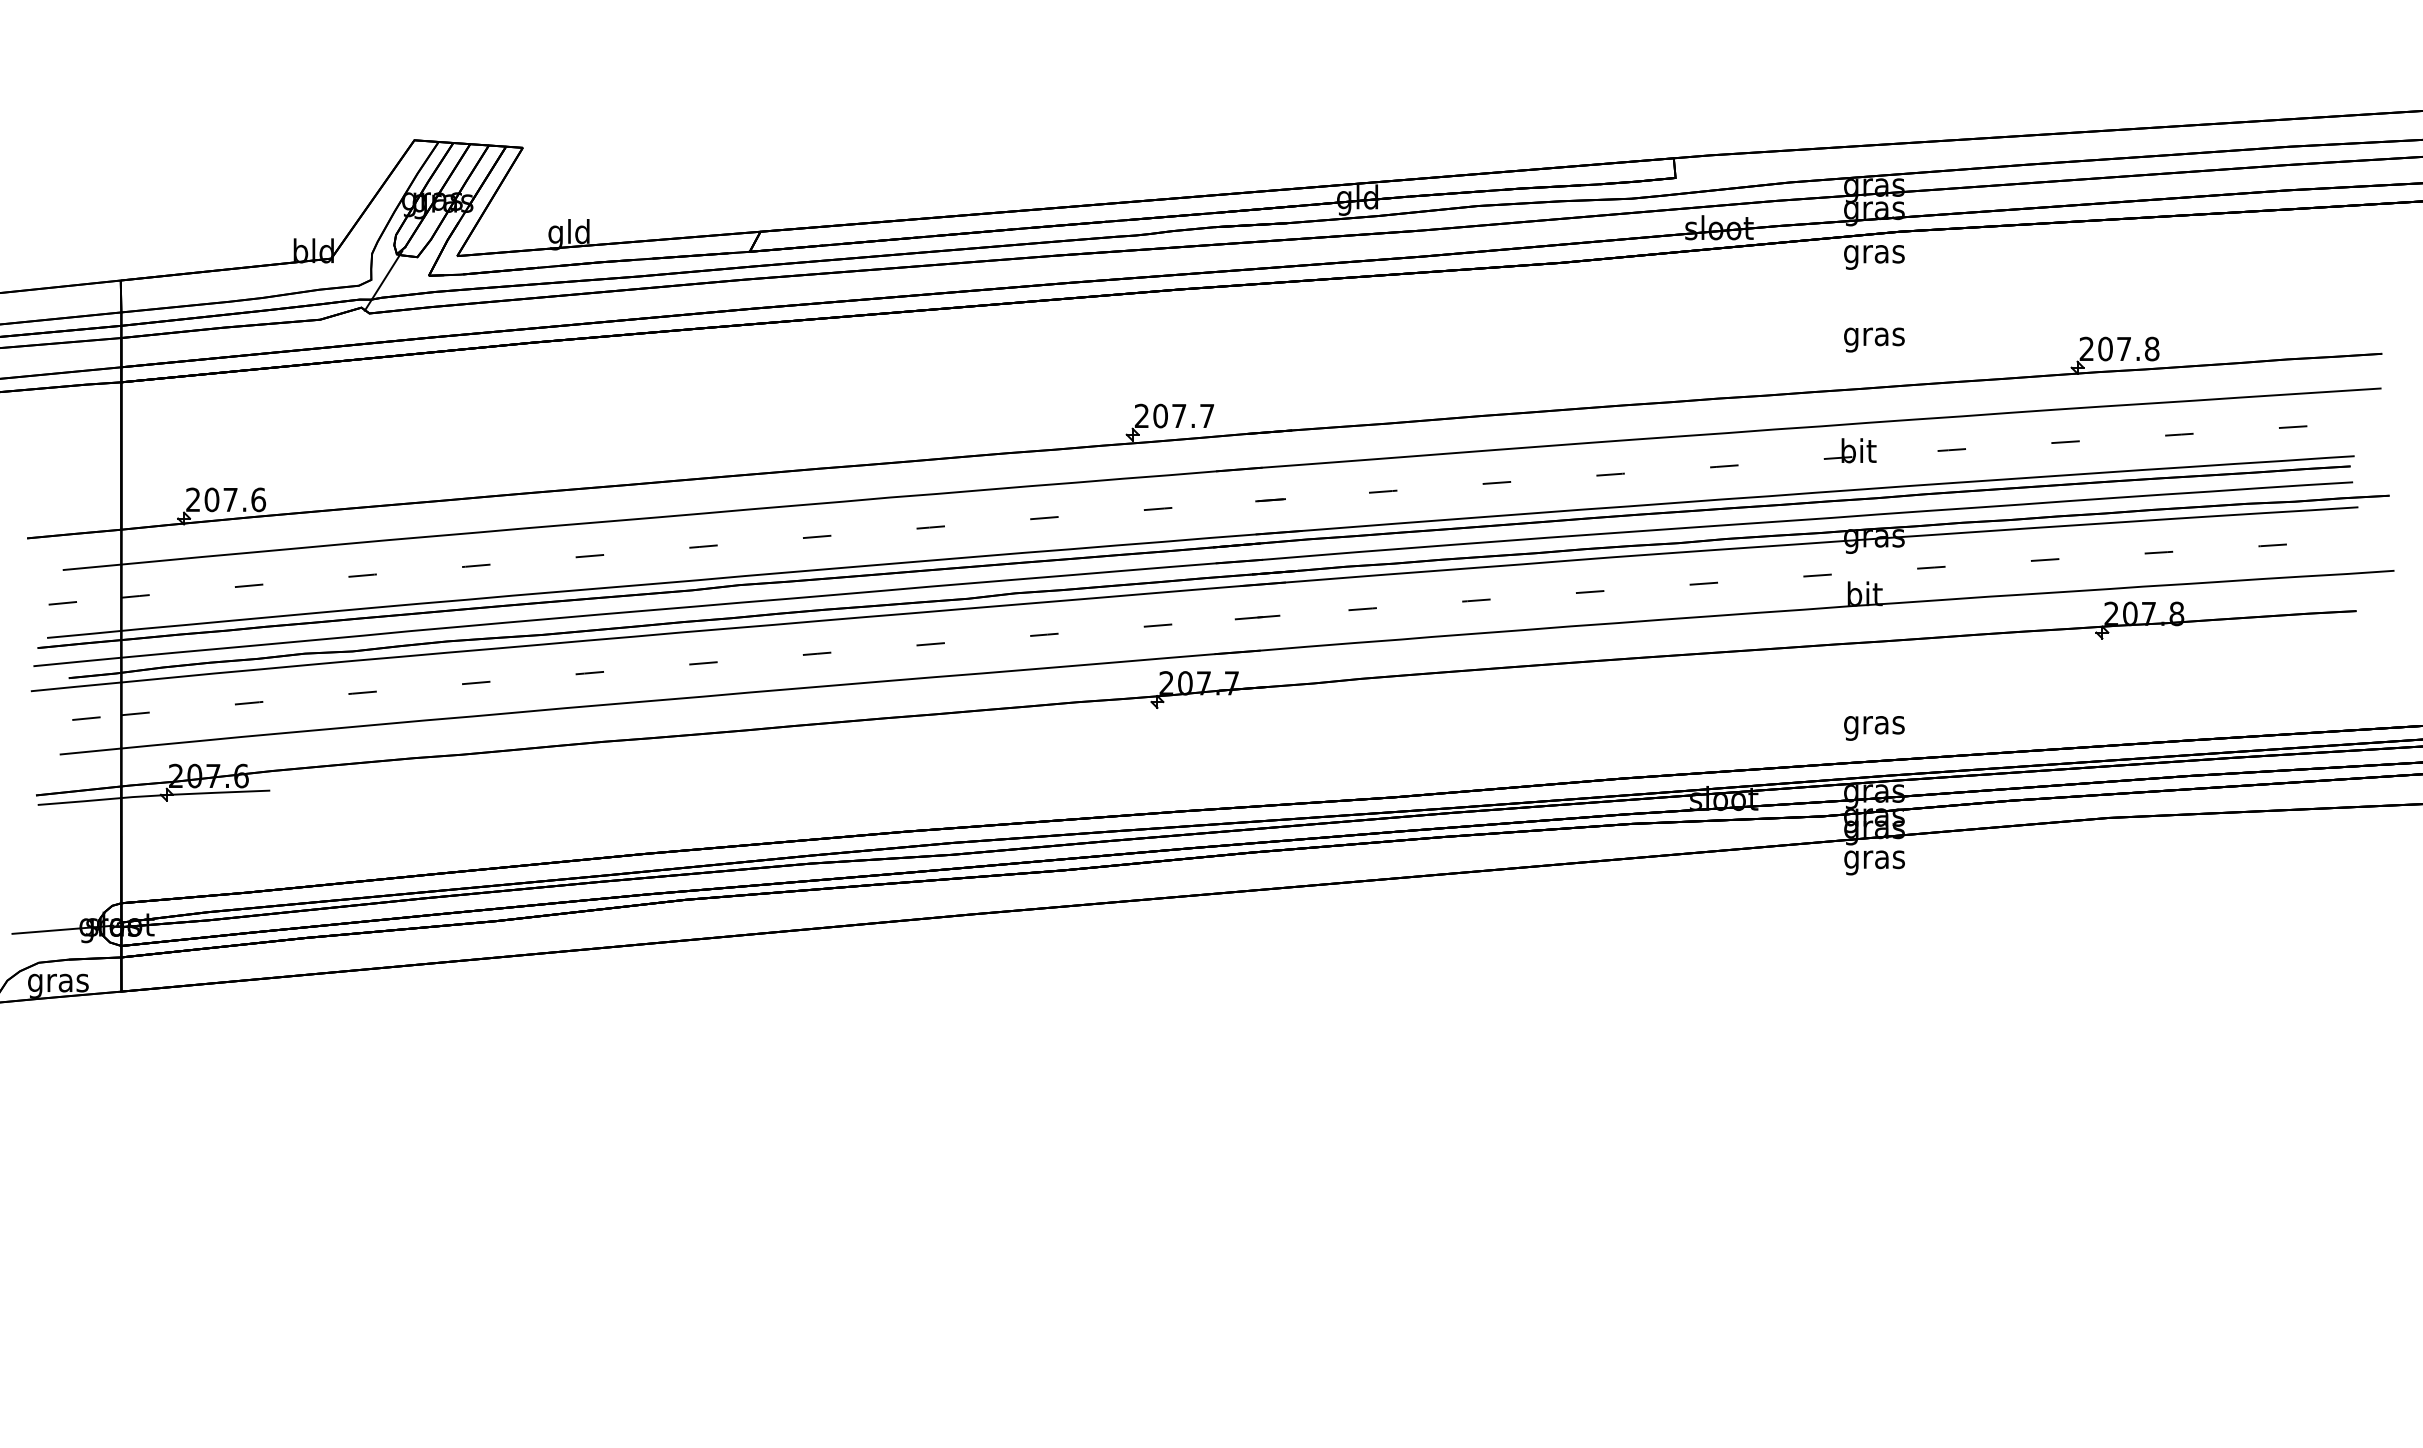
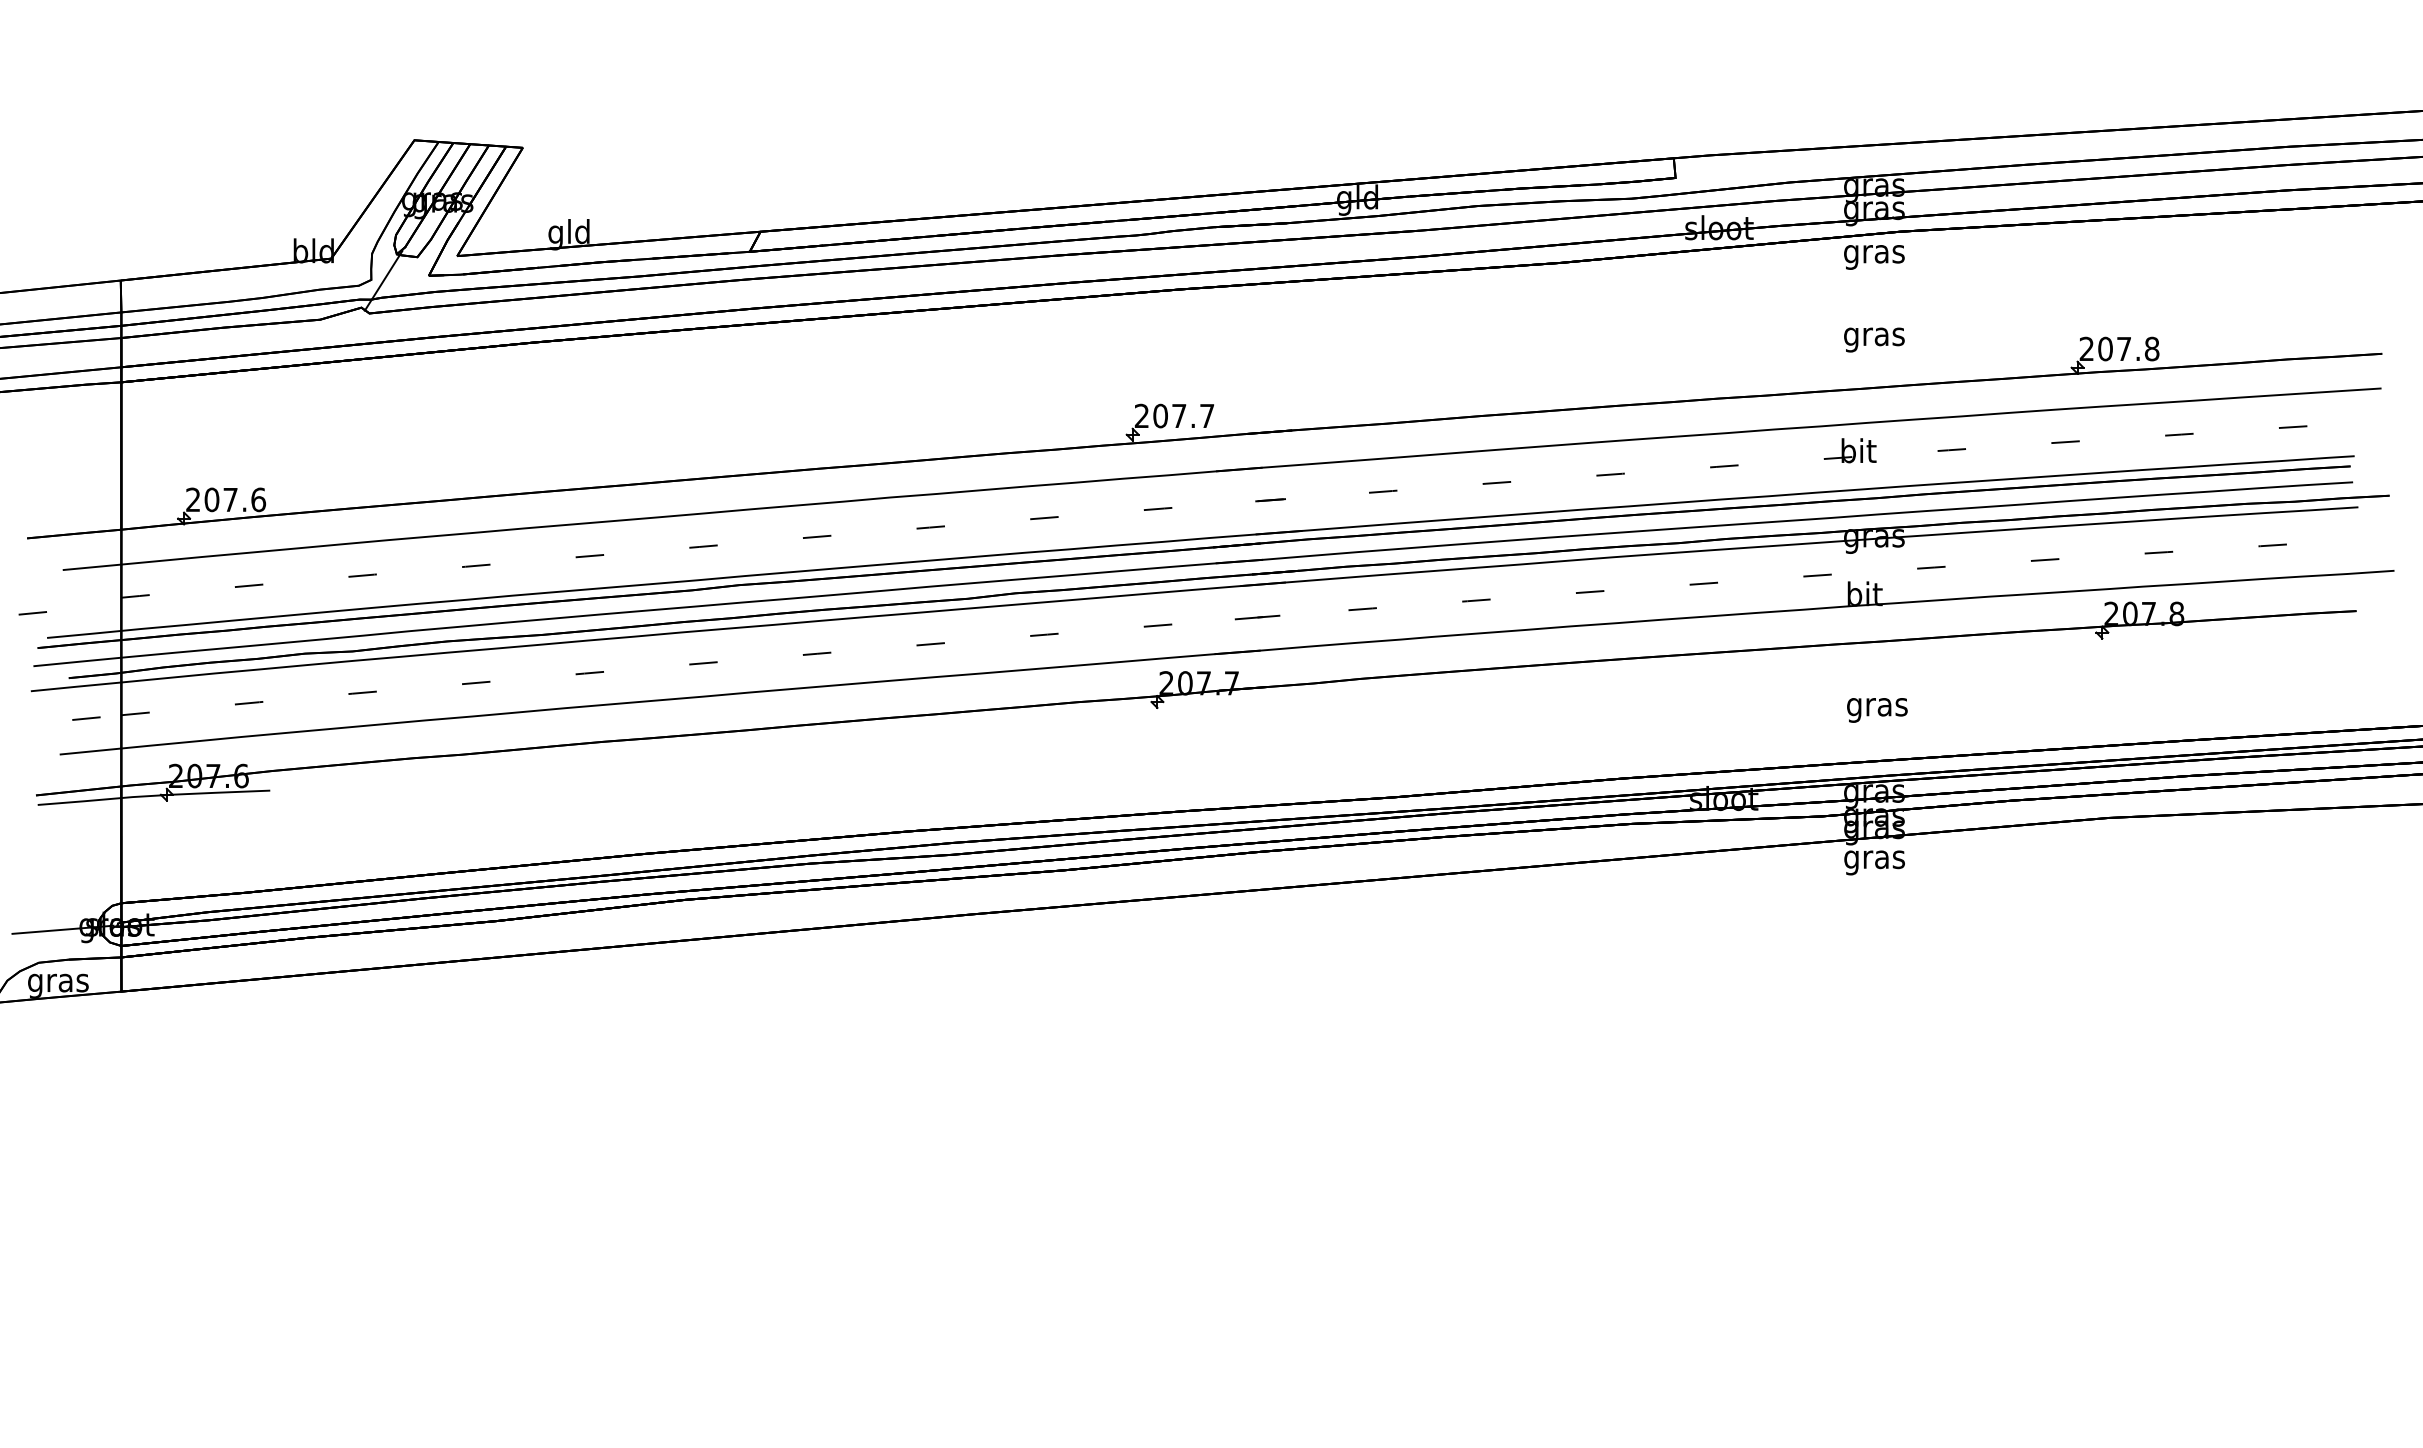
line at (62, 603) position: (62, 603) -> (32, 613)
text at (1874, 728) position: (1874, 728) -> (1877, 710)
